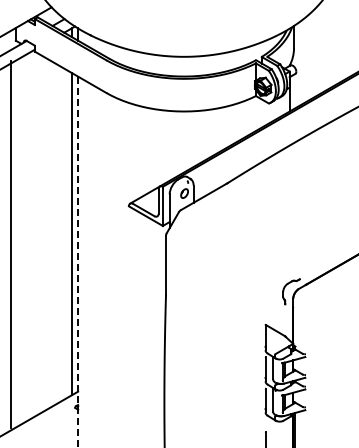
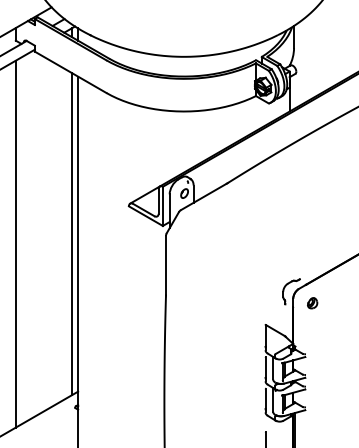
line at (10, 243) position: (10, 243) -> (15, 243)
line at (78, 262): dashed -> solid
part at (312, 303): none -> present
